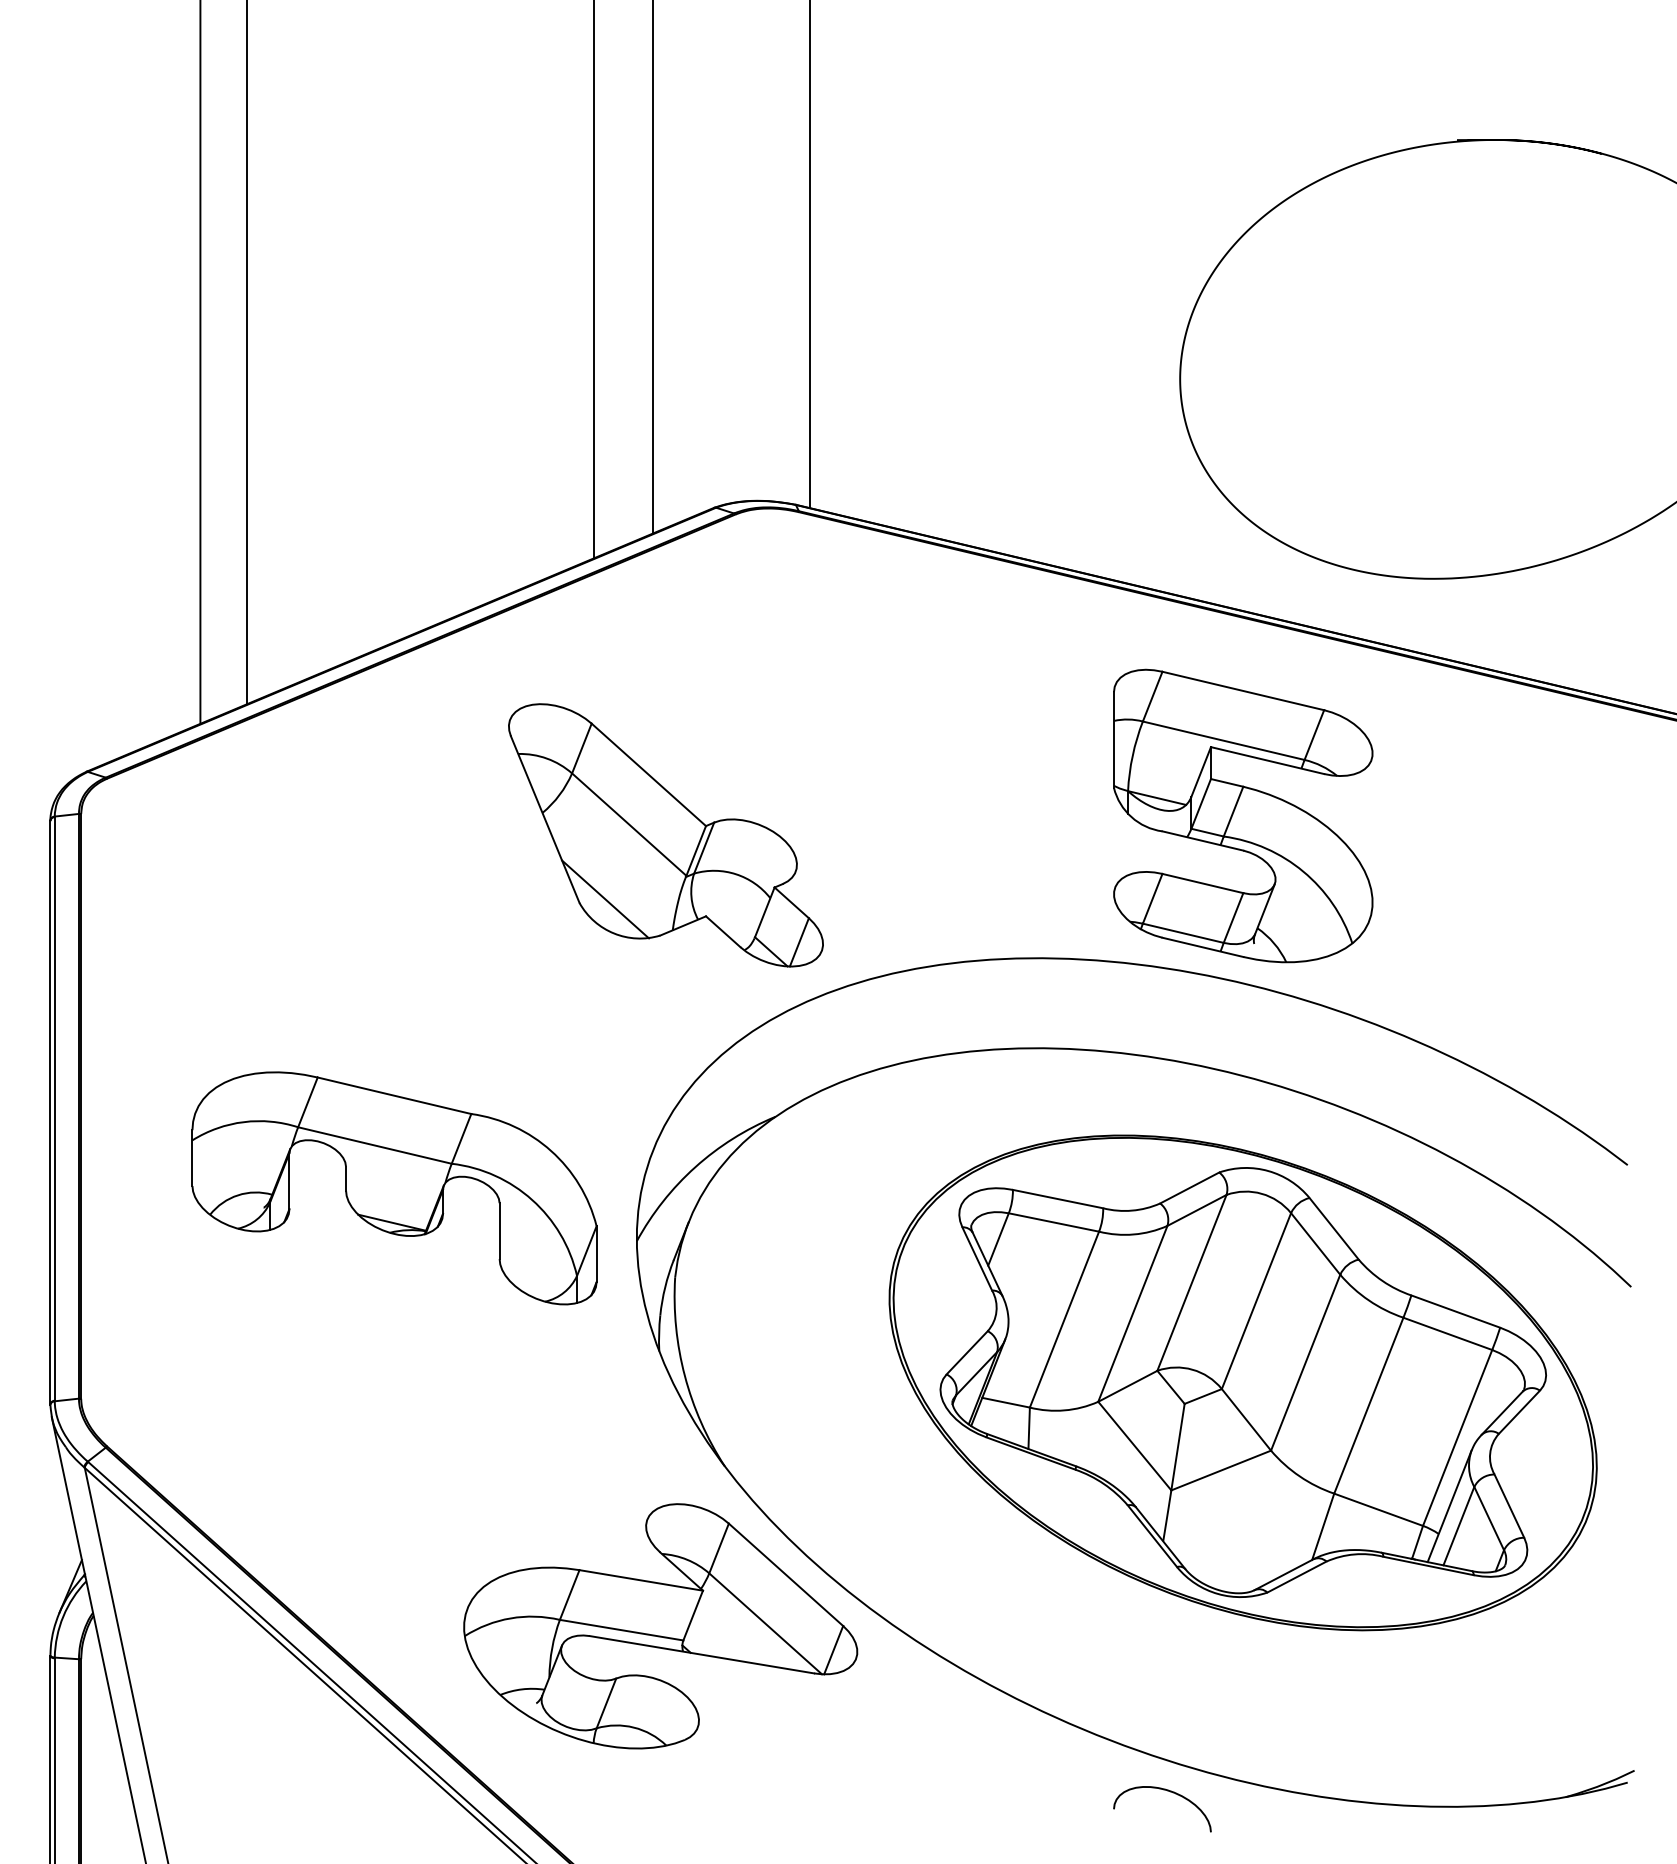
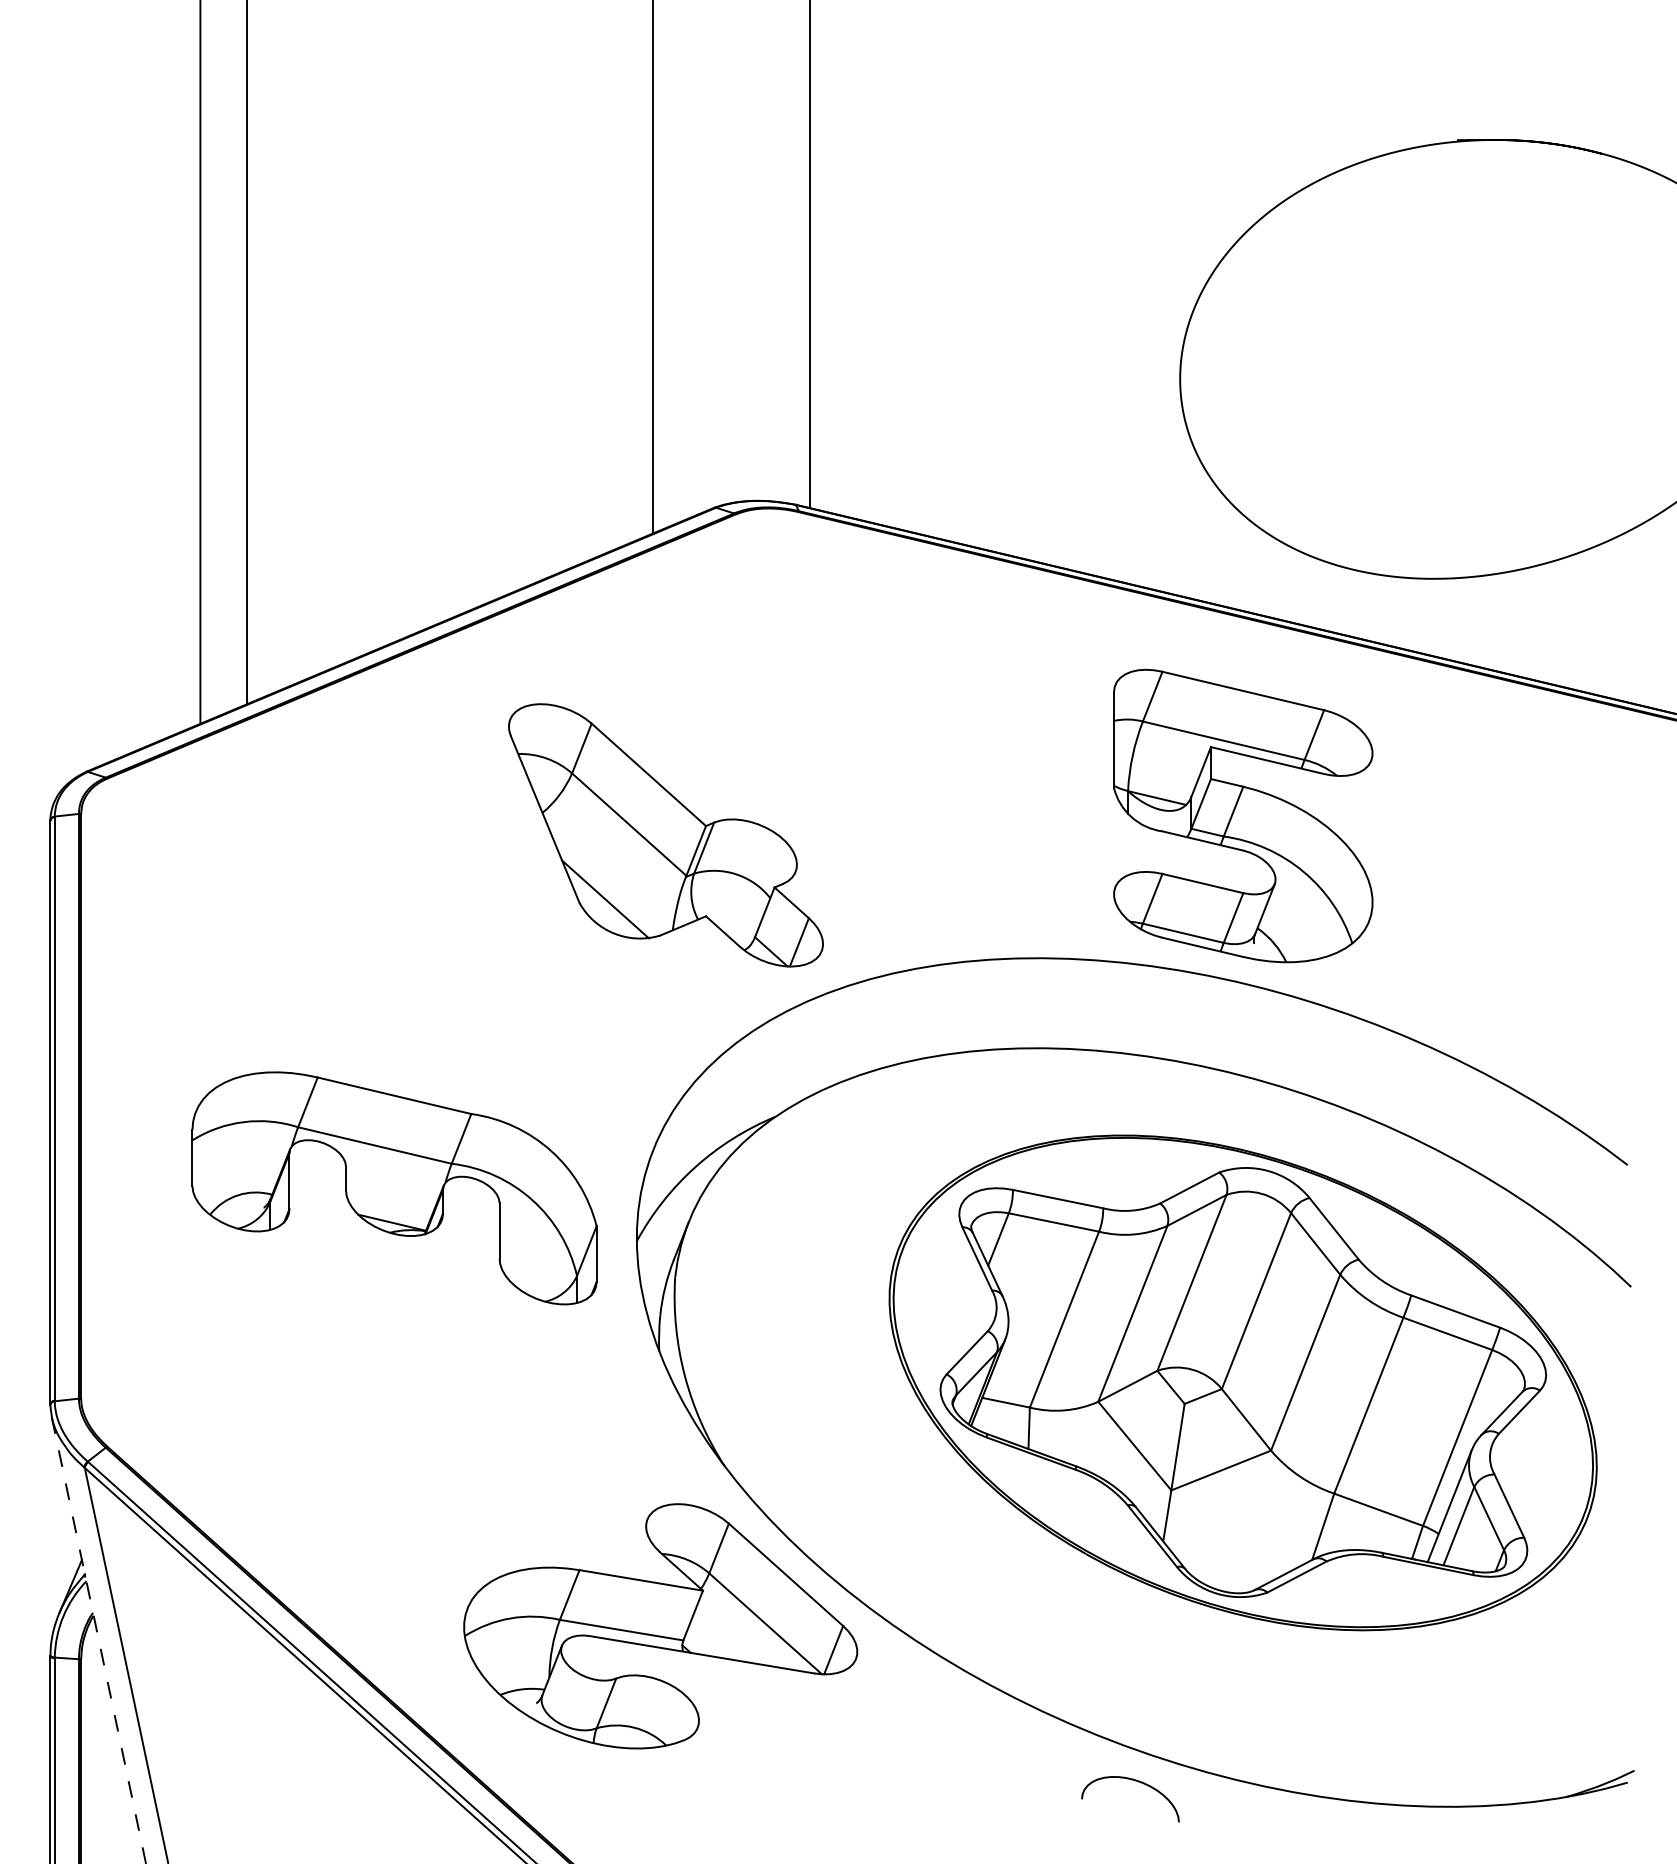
line at (594, 280): present -> none
line at (98, 1640): solid -> dashed
curve at (1167, 1791) position: (1167, 1791) -> (1135, 1781)
